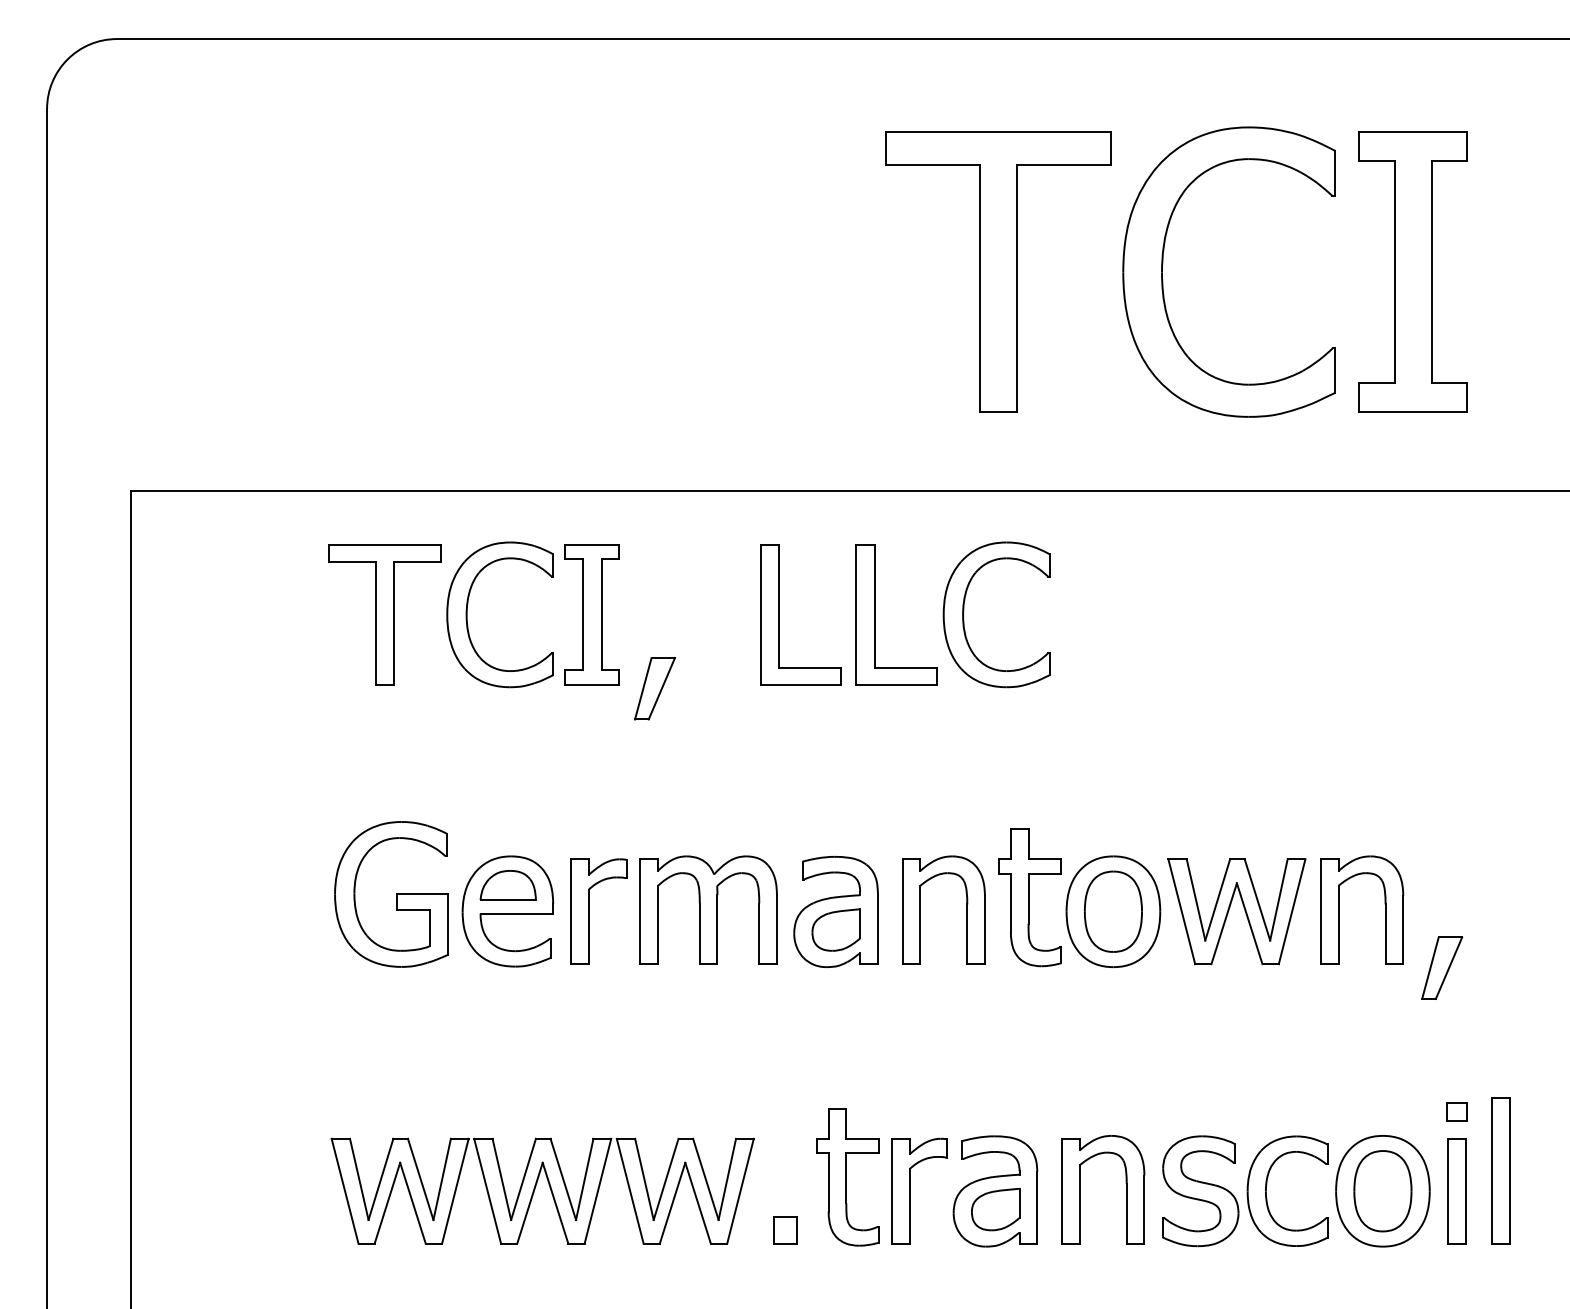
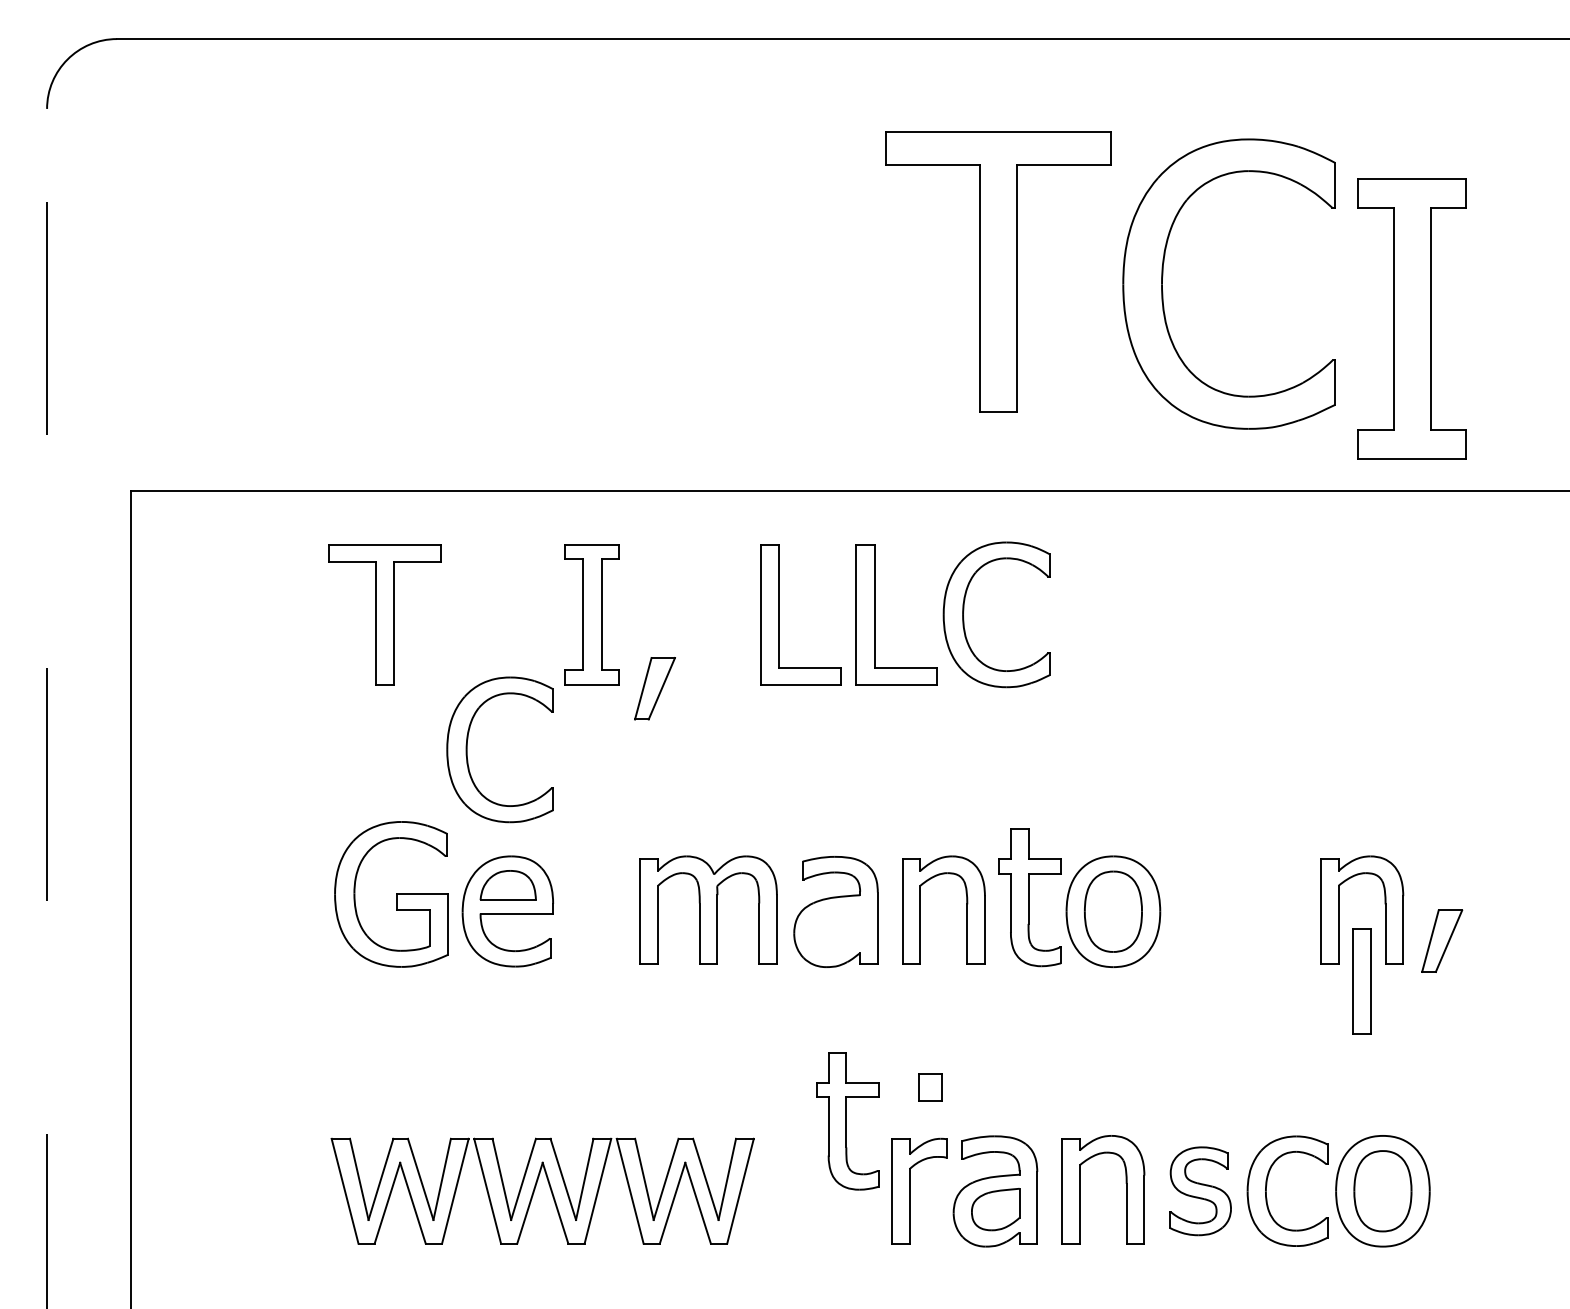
part at (1163, 264) position: (1163, 264) -> (1163, 276)
part at (1412, 271) position: (1412, 271) -> (1411, 318)
part at (467, 614) position: (467, 614) -> (467, 749)
line at (47, 708): solid -> dashed
part at (1229, 910): present -> none
part at (589, 911): present -> none
part at (835, 929): present -> none
part at (1442, 967) position: (1442, 967) -> (1442, 940)
part at (1456, 1111): present -> none
part at (1500, 1170): present -> none
part at (847, 1177) position: (847, 1177) -> (847, 1121)
part at (1200, 1191) size: 78x113 px -> 63x91 px
part at (1456, 1191) position: (1456, 1191) -> (1361, 981)
part at (785, 1230) position: (785, 1230) -> (930, 1087)
